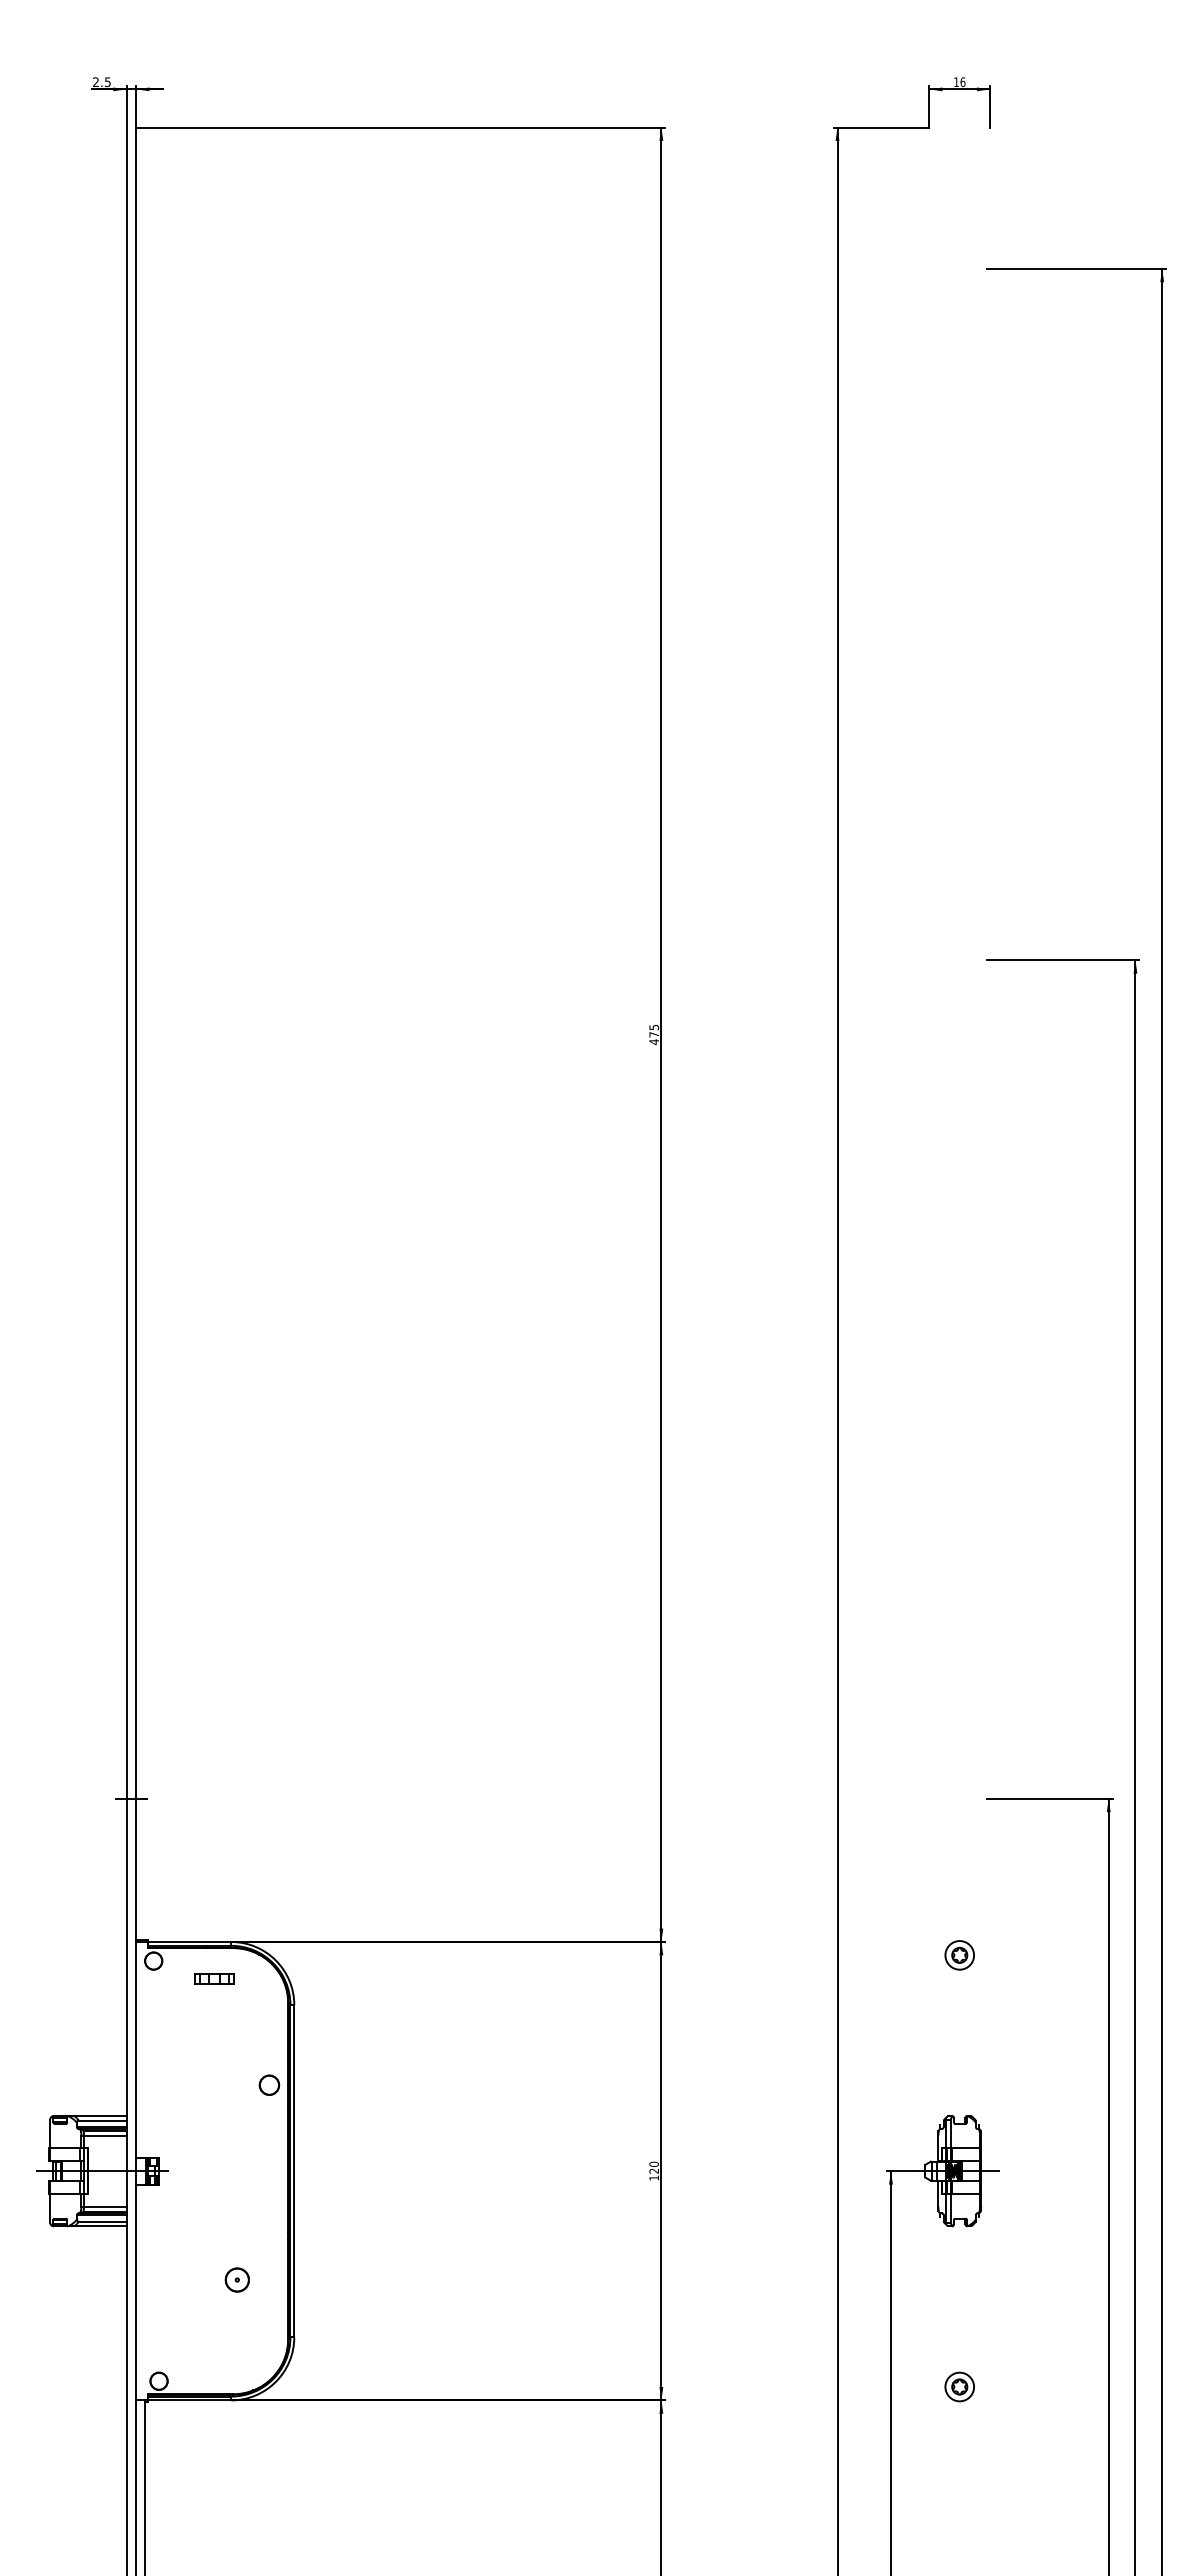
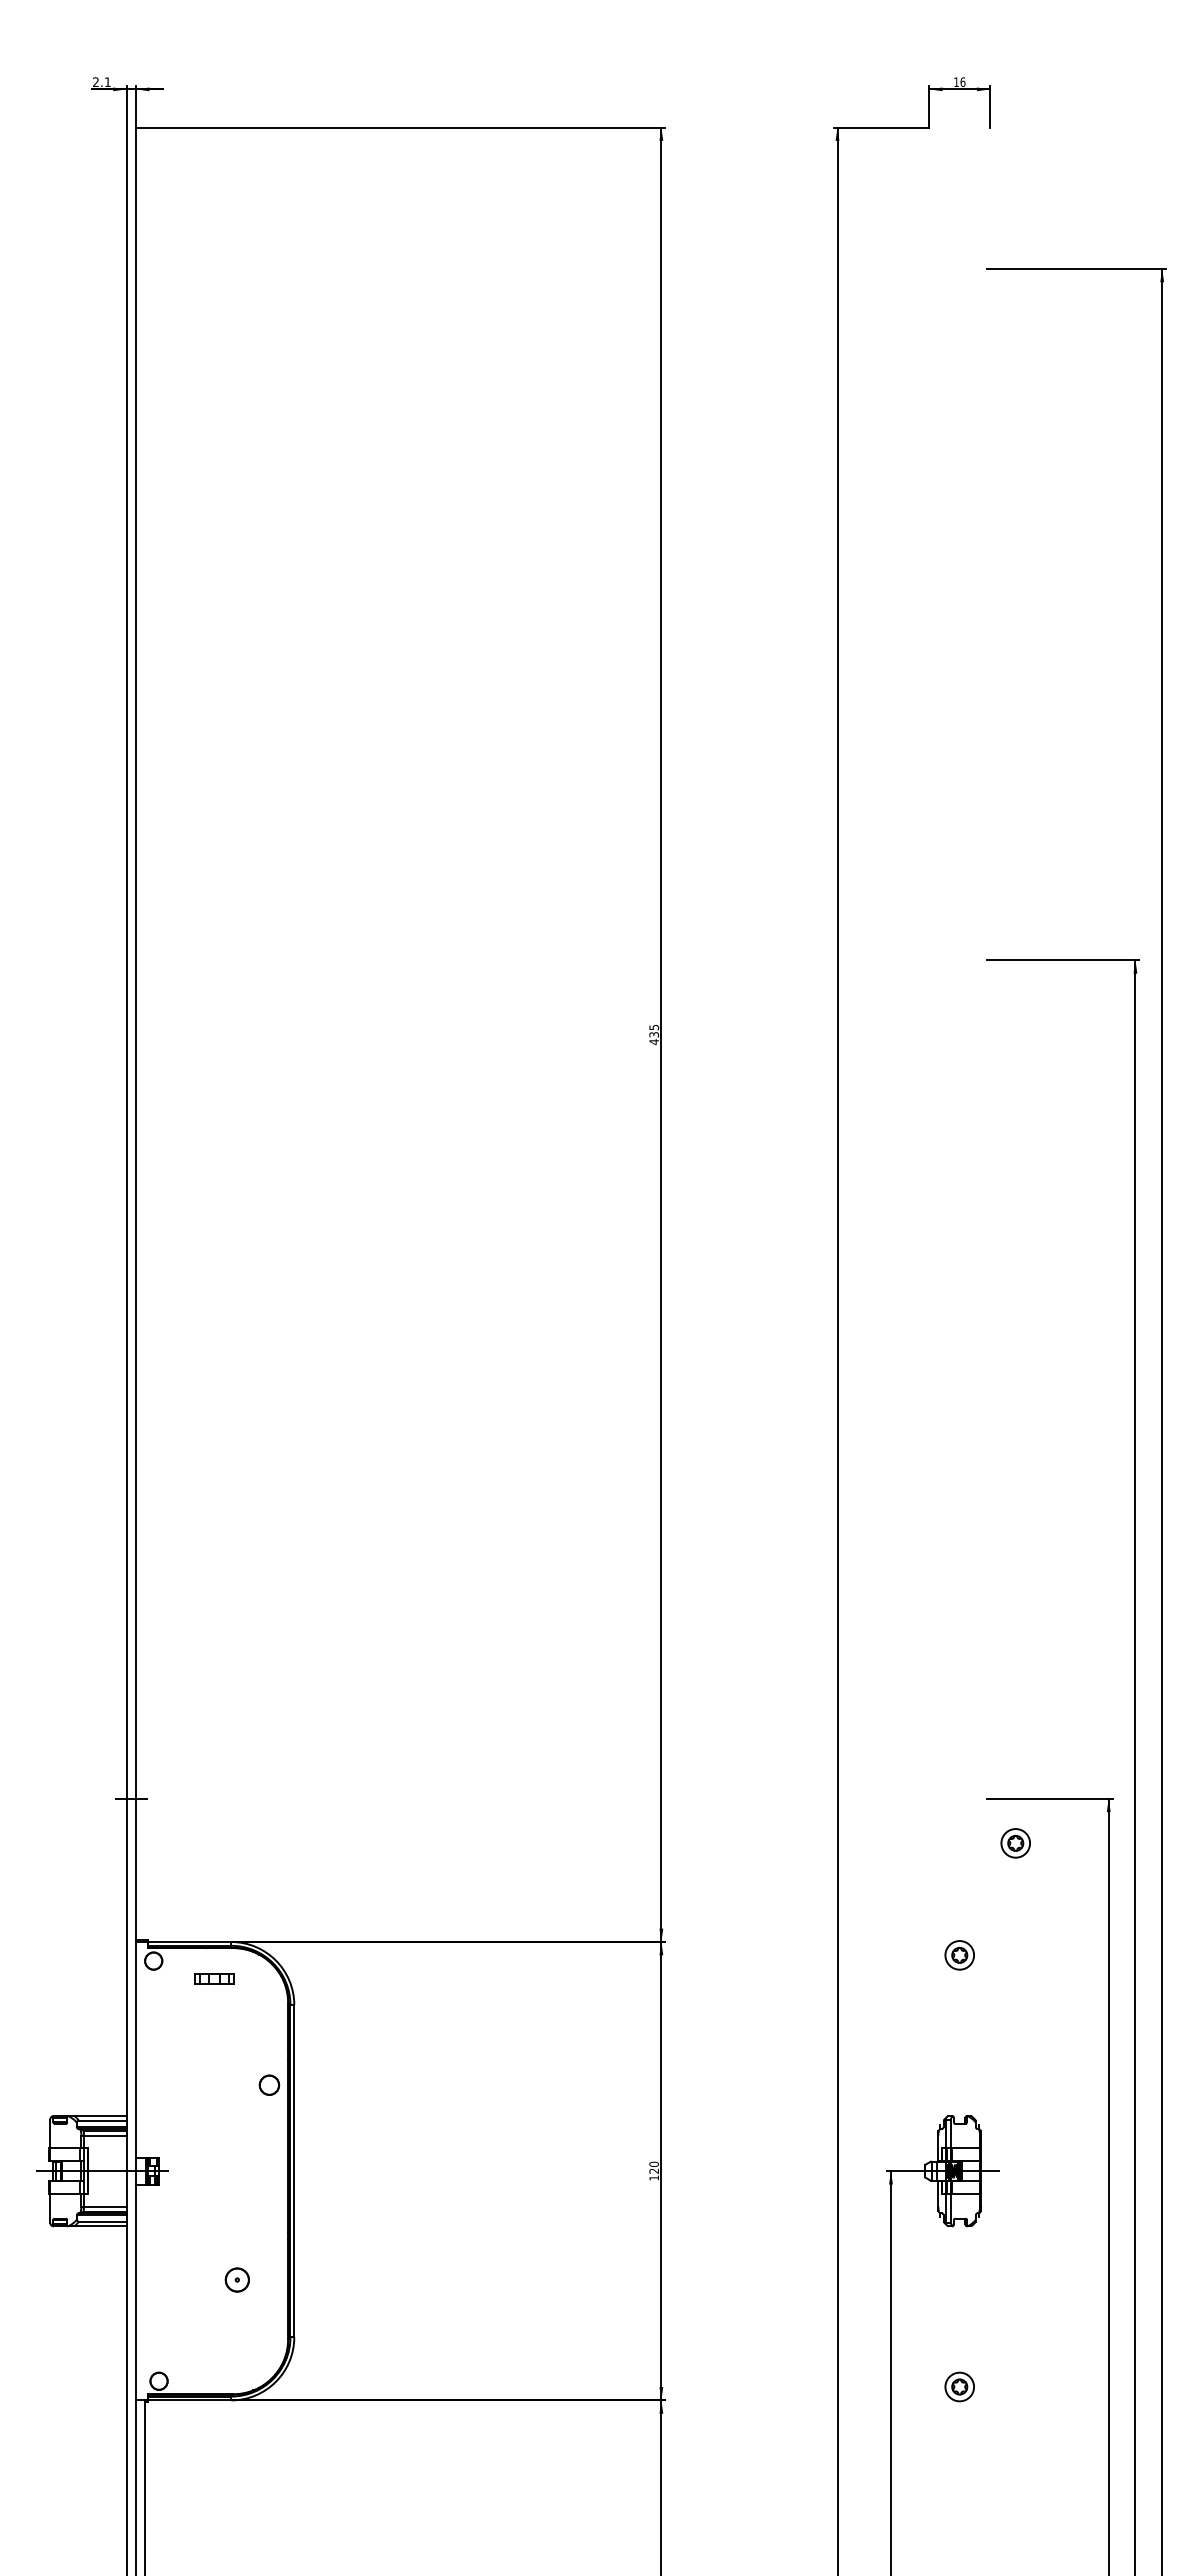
text at (107, 82): 2.5 -> 2.1
text at (654, 1034): 475 -> 435
part at (1015, 1843): none -> present
